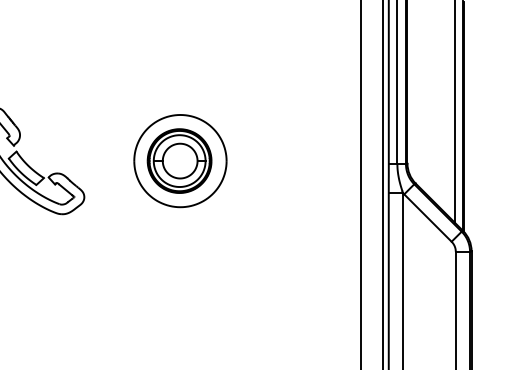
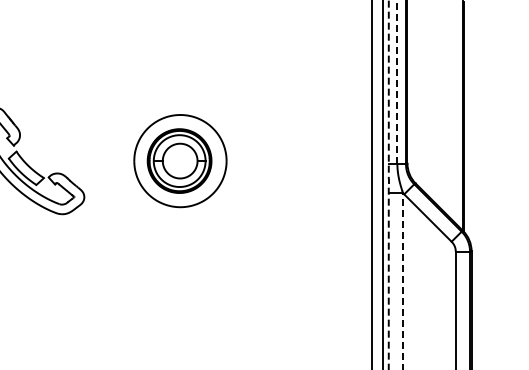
line at (397, 82): solid -> dashed
line at (454, 112): present -> none
line at (388, 182): solid -> dashed
line at (361, 184) position: (361, 184) -> (372, 184)
line at (402, 280): solid -> dashed
